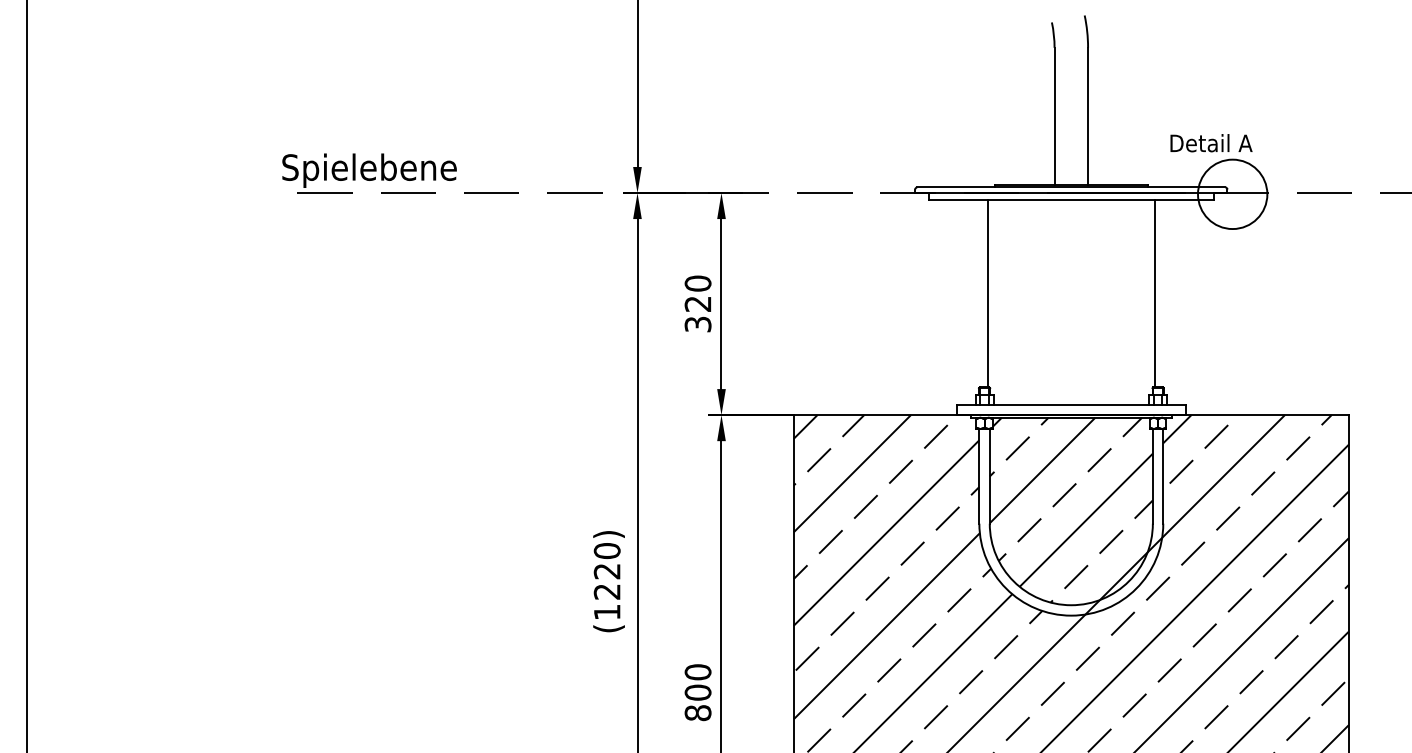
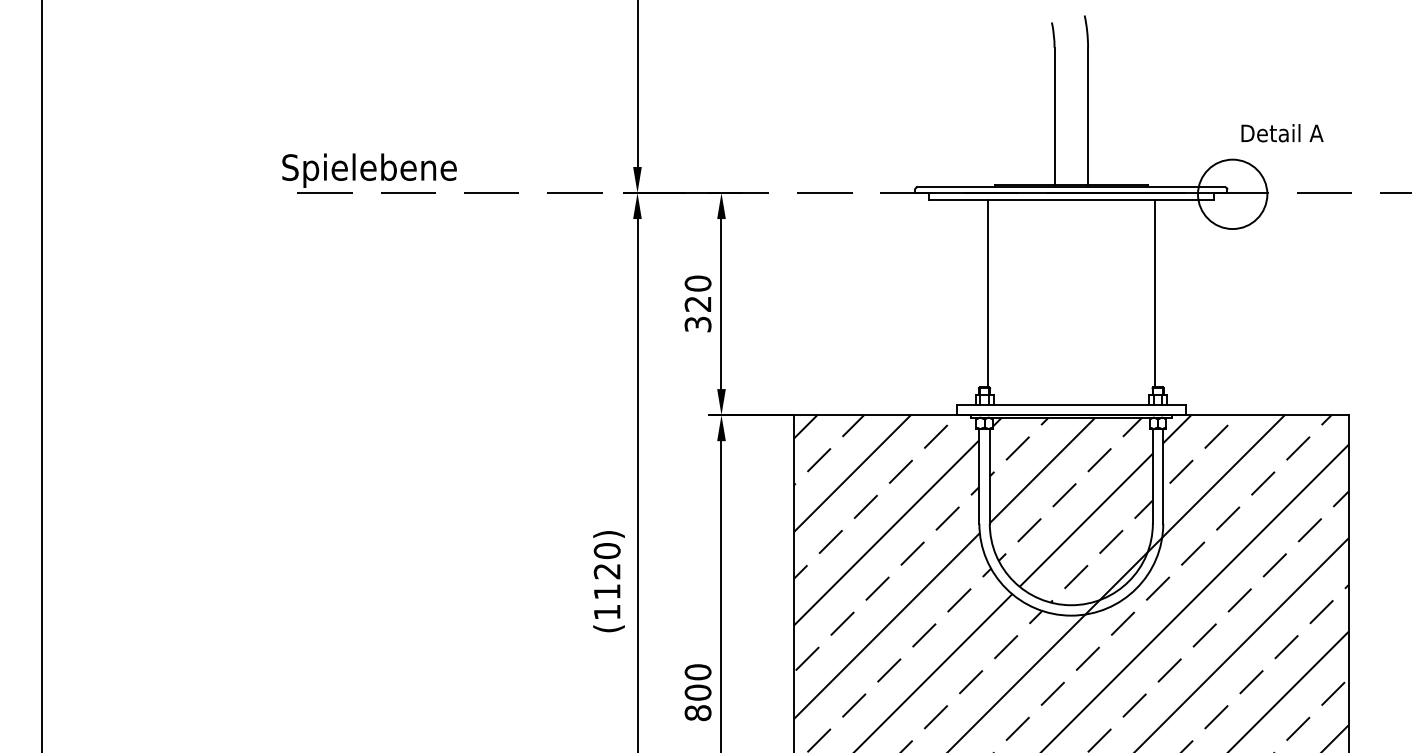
text at (1211, 143) position: (1211, 143) -> (1282, 133)
line at (27, 375) position: (27, 375) -> (42, 375)
text at (606, 591): (1220) -> (1120)
